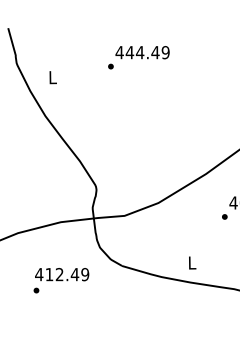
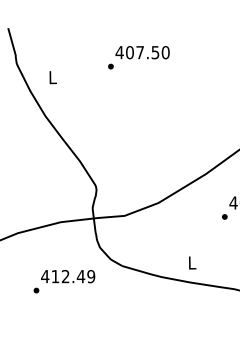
text at (147, 52): 444.49 -> 407.50
text at (62, 274) position: (62, 274) -> (68, 276)
